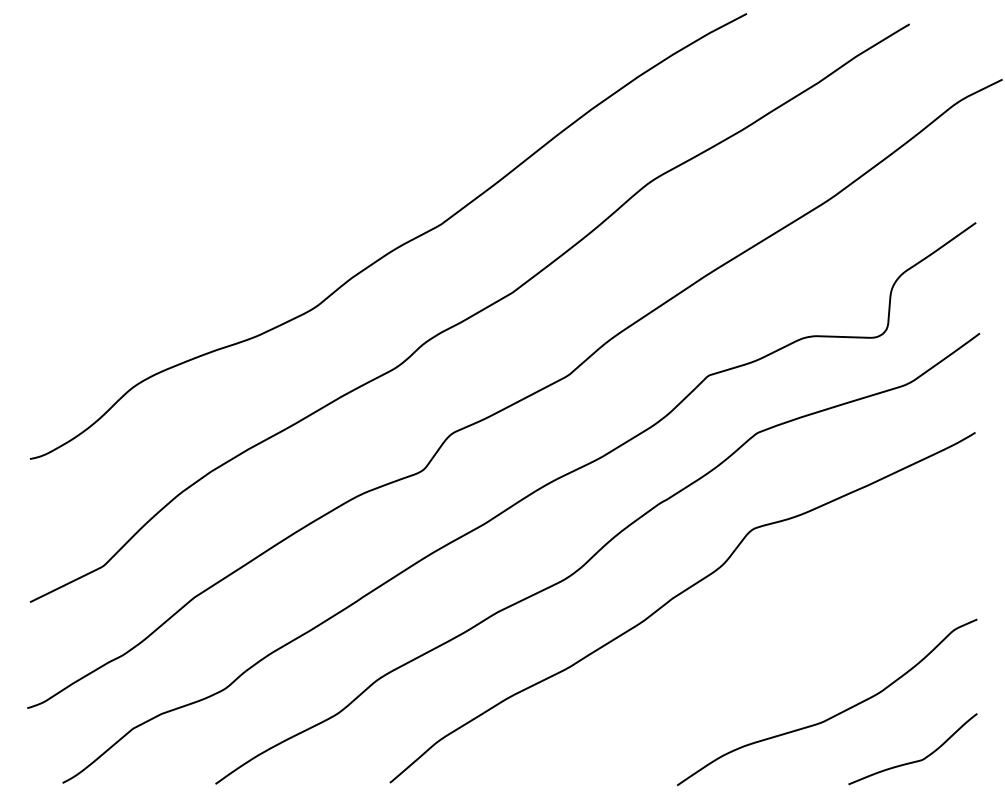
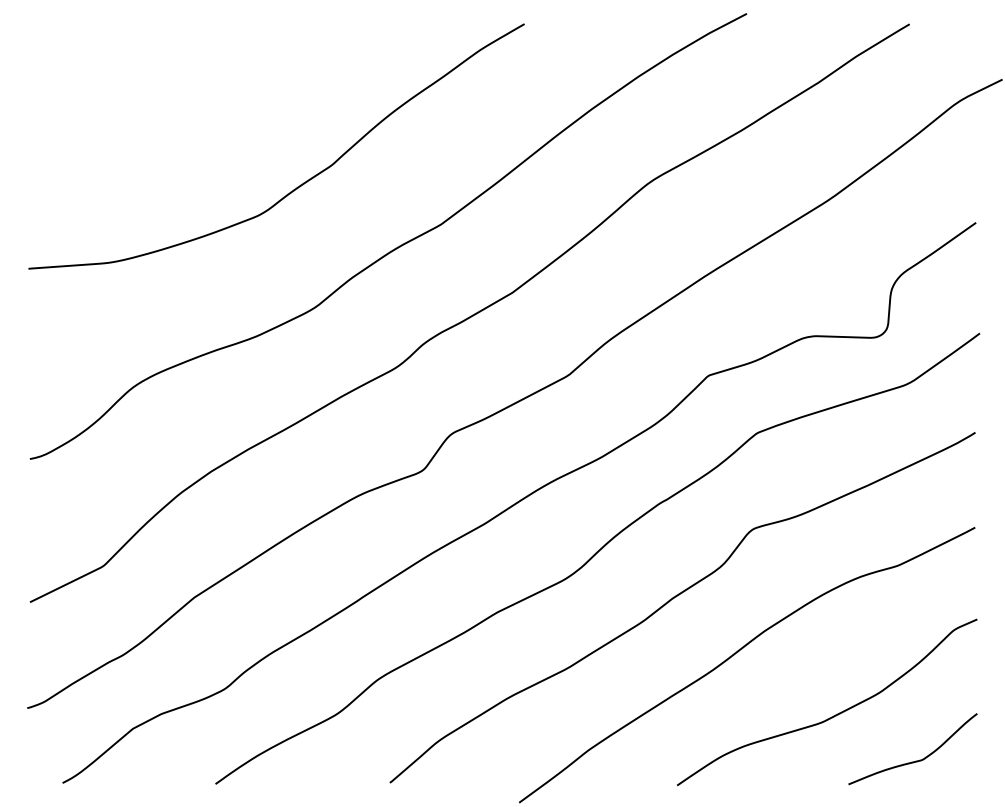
curve at (300, 184): none -> present
curve at (738, 652): none -> present
